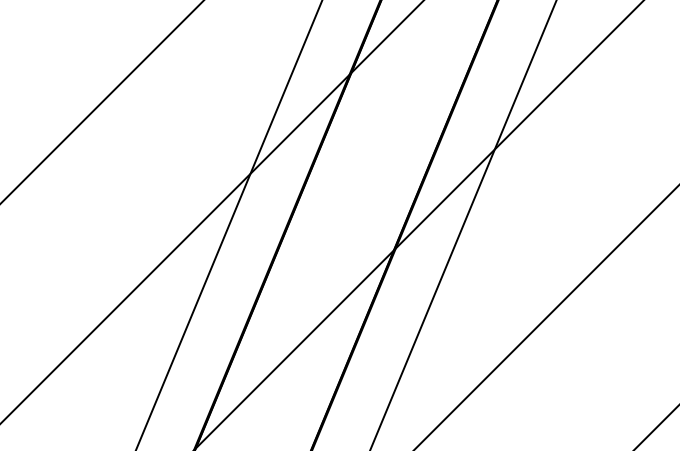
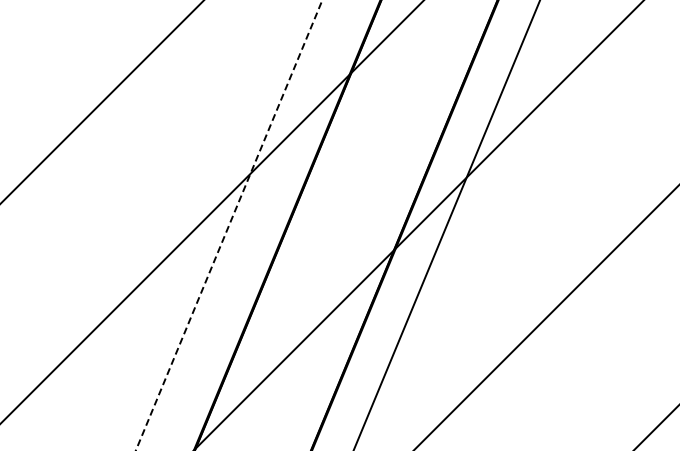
line at (463, 224) position: (463, 224) -> (446, 224)
line at (228, 226): solid -> dashed
